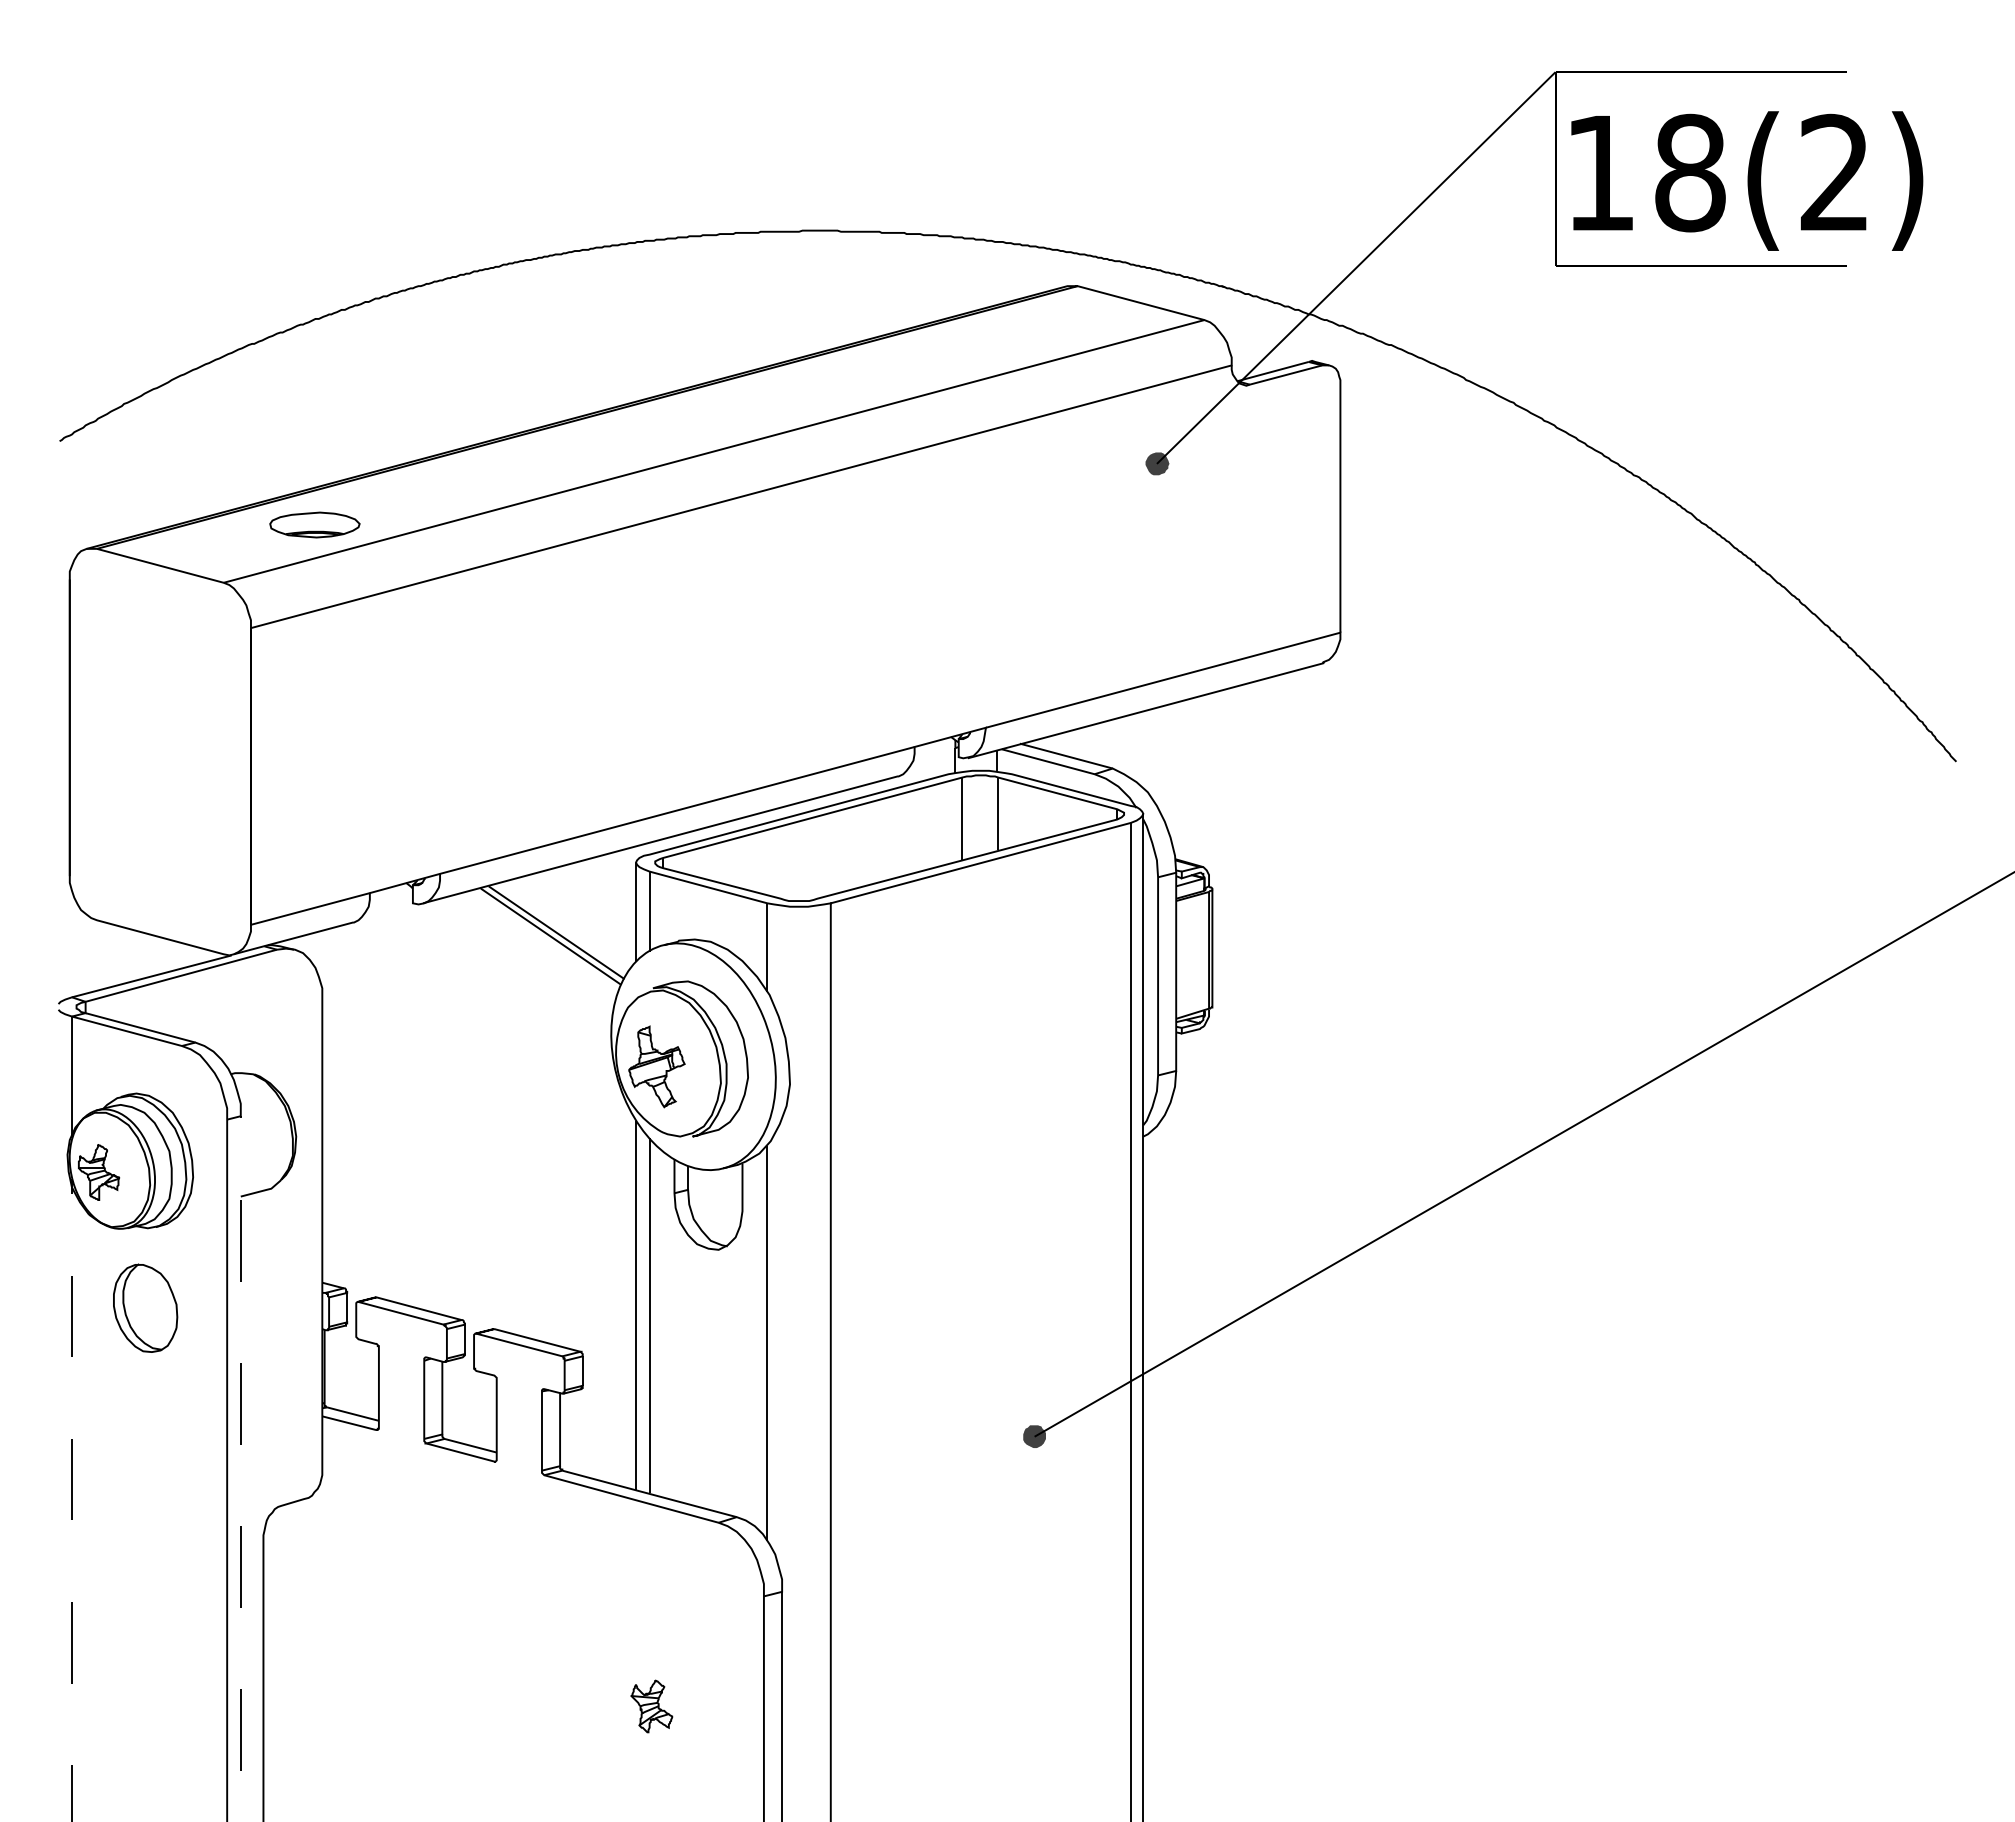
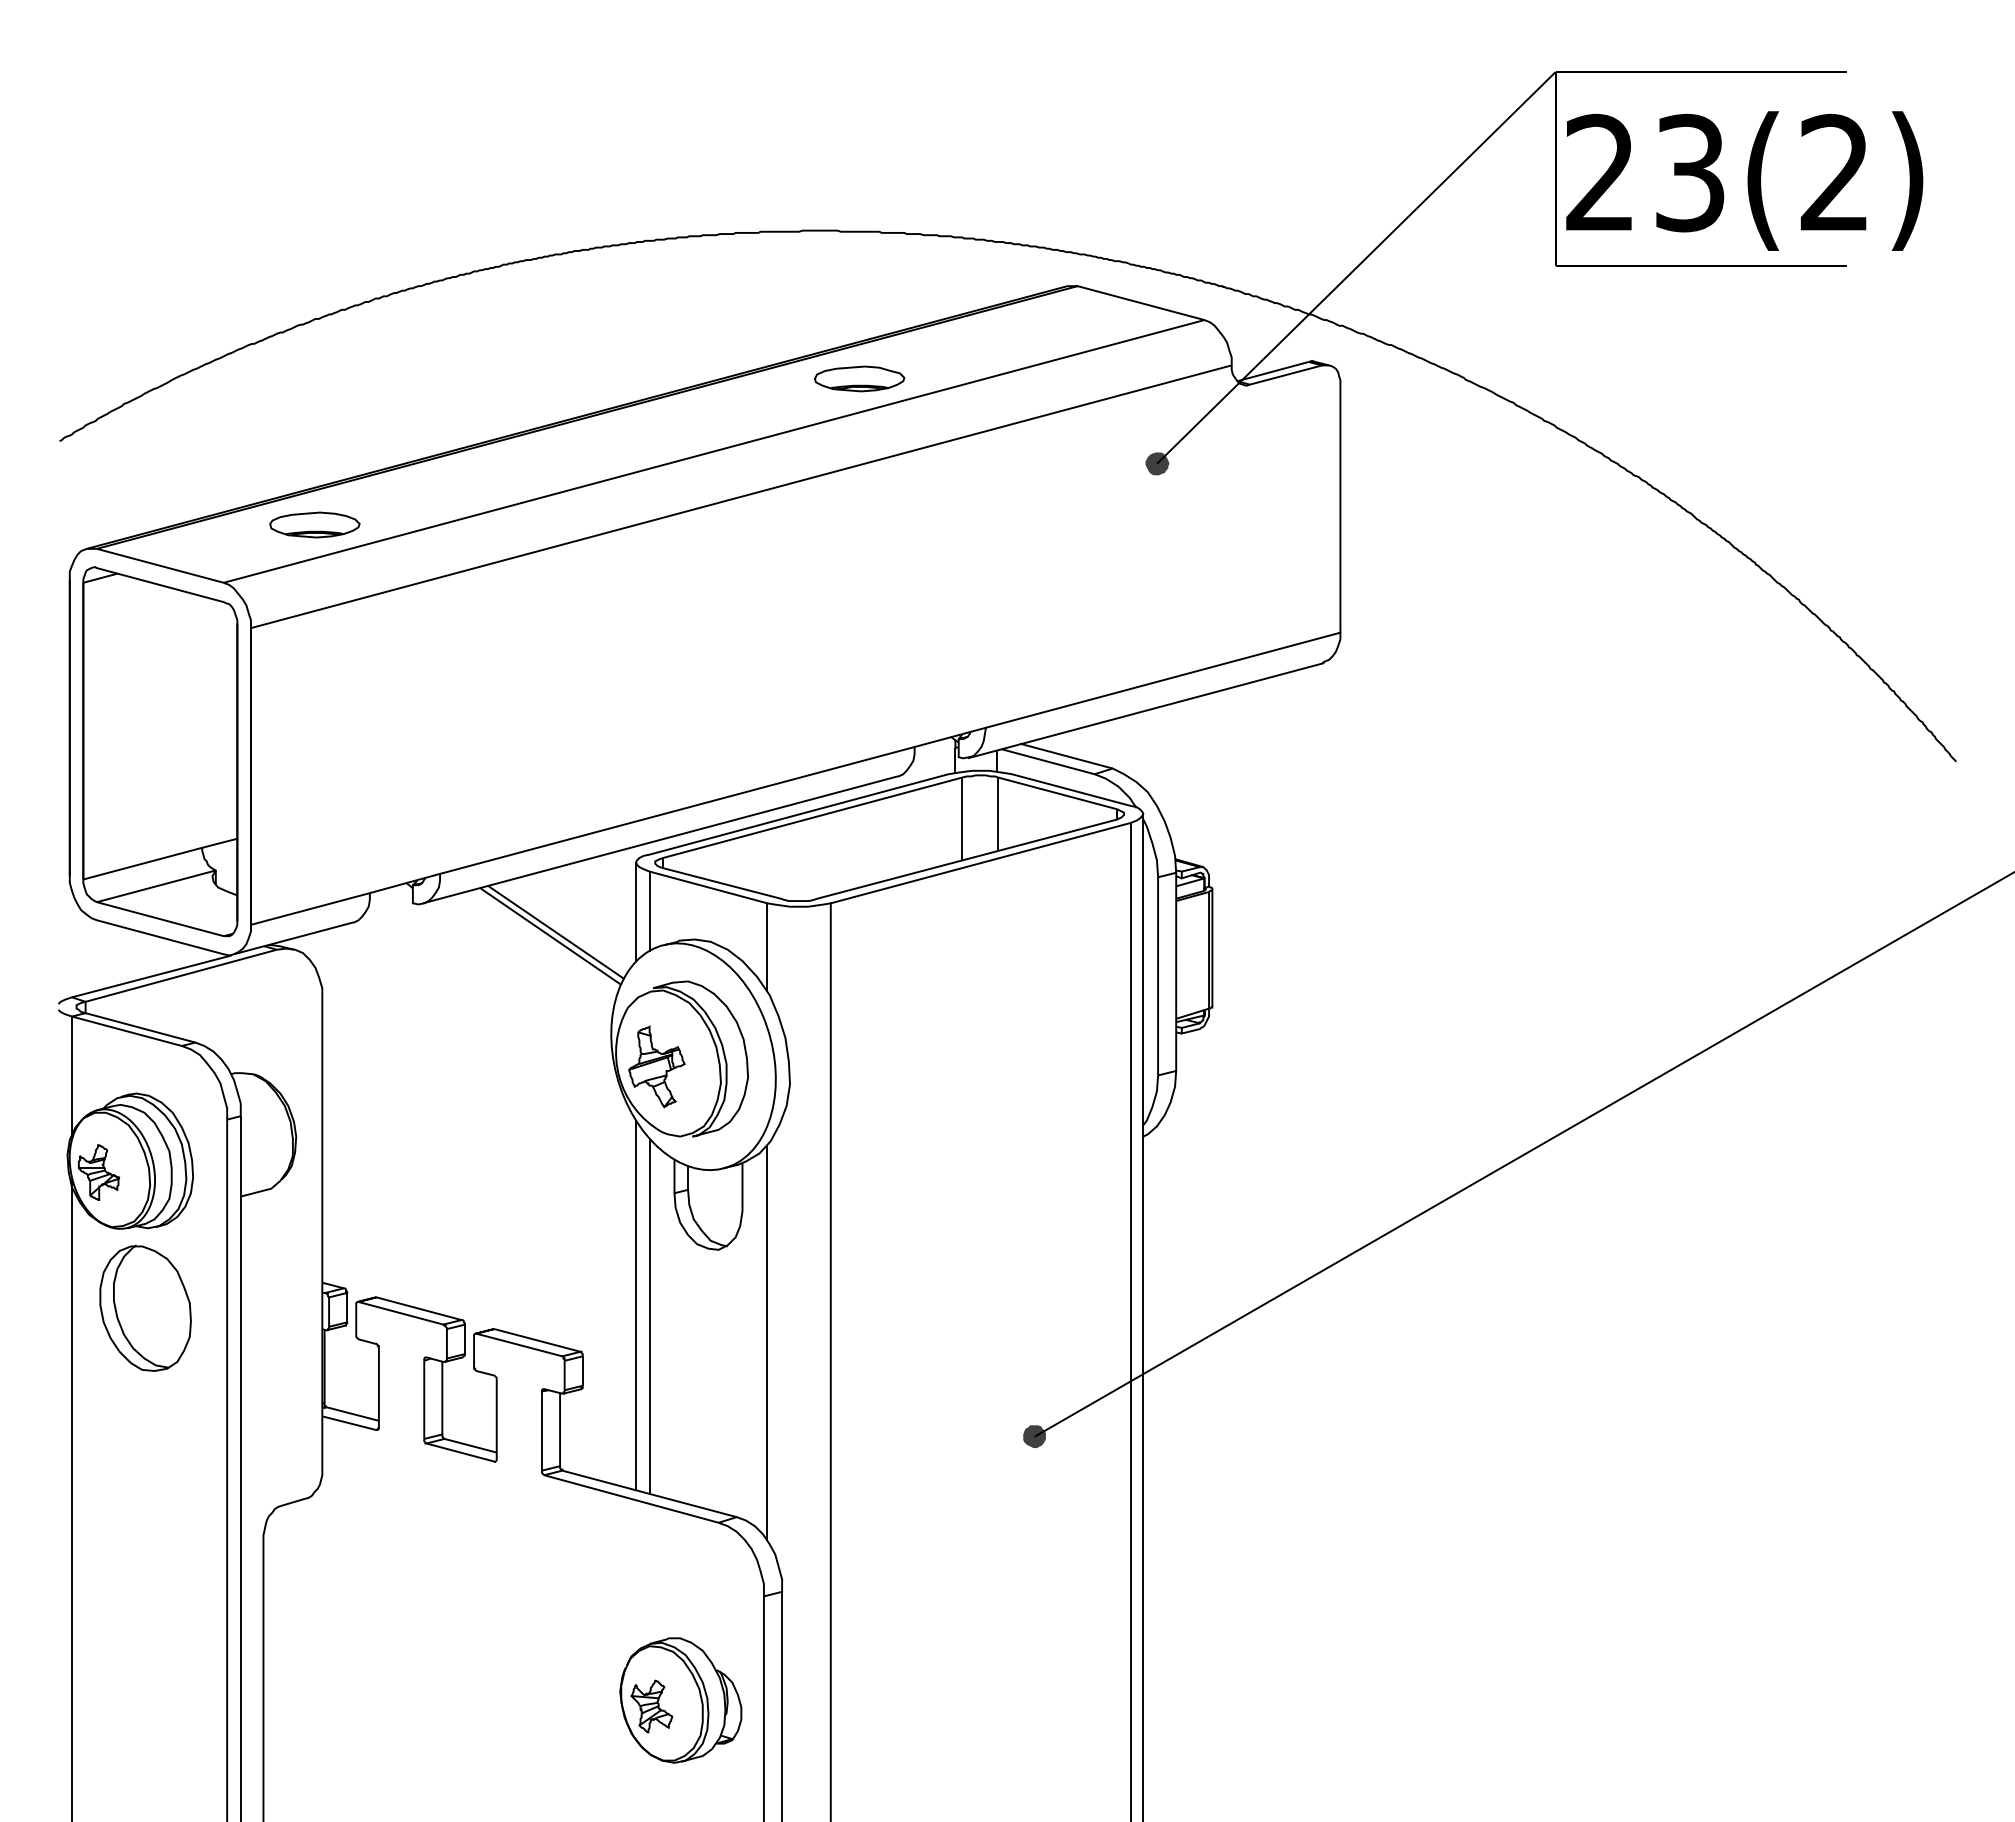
text at (1645, 172): 18(2) -> 23(2)
part at (859, 378): none -> present
part at (160, 751): none -> present
part at (145, 1307) size: 66x90 px -> 93x128 px
line at (240, 1469): dashed -> solid
line at (72, 1499): dashed -> solid
part at (680, 1700): none -> present
